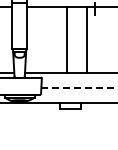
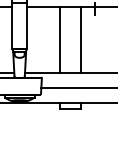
line at (66, 39) position: (66, 39) -> (59, 39)
line at (87, 39) position: (87, 39) -> (81, 39)
line at (79, 87): dashed -> solid
